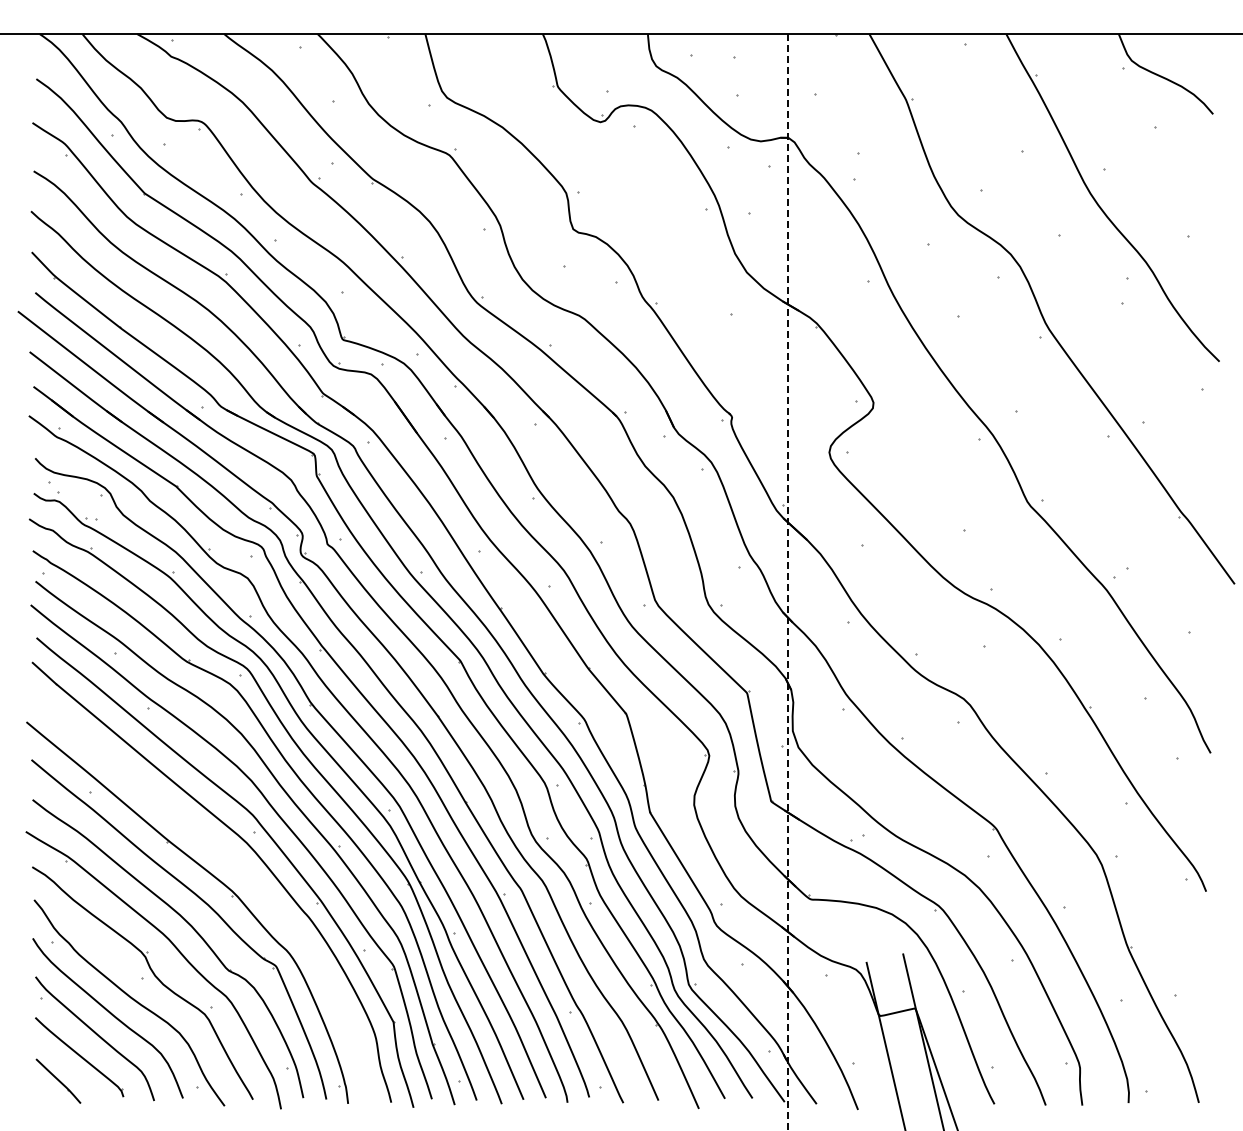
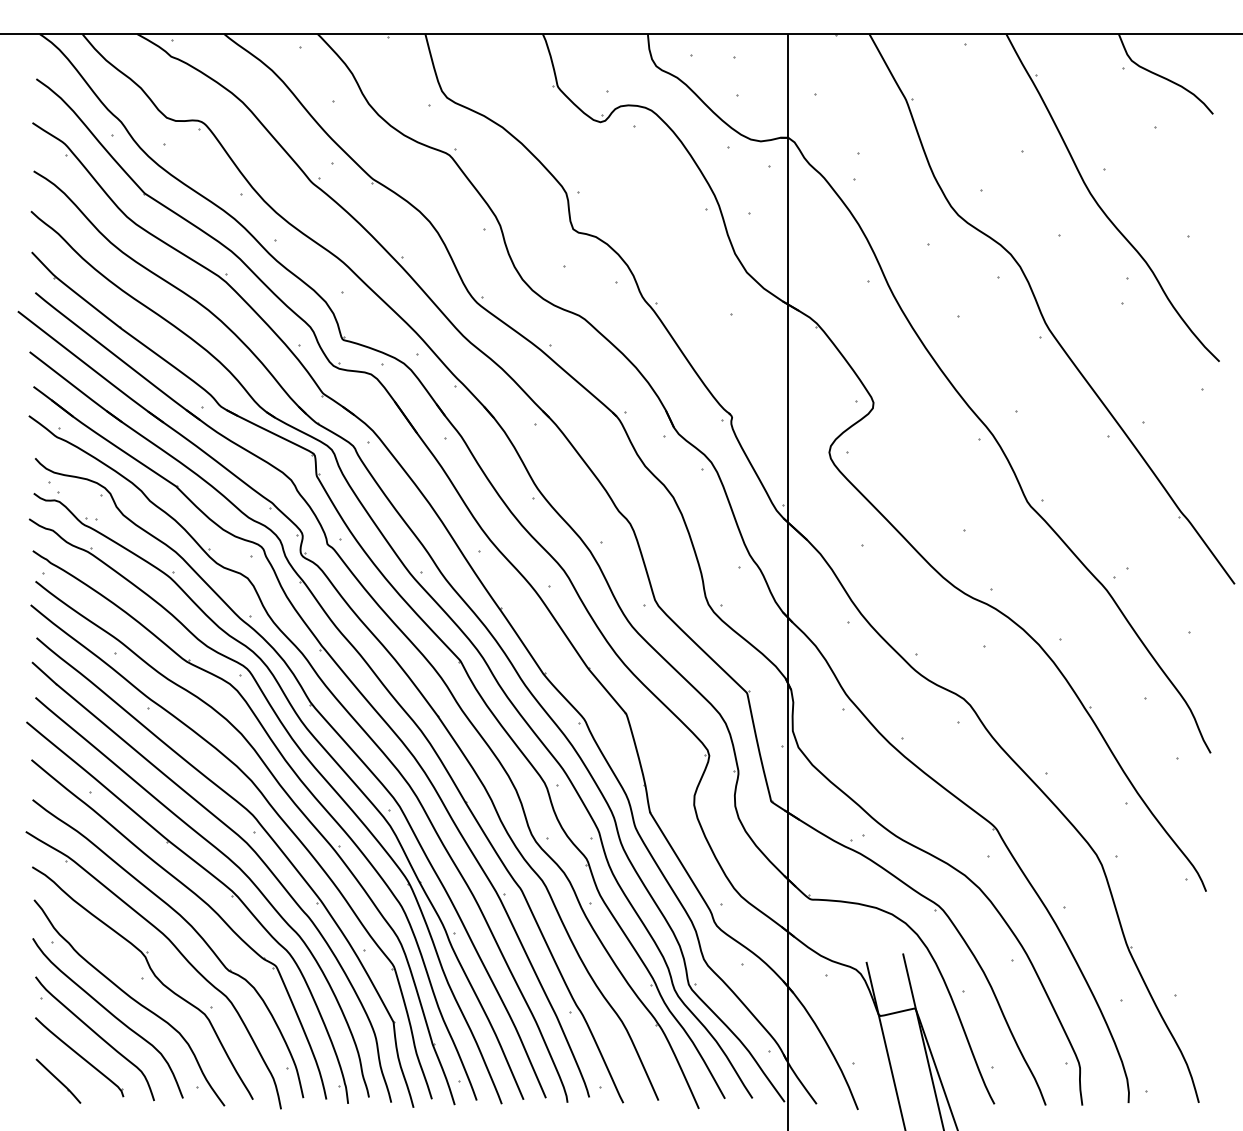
line at (787, 583): dashed -> solid
curve at (233, 864): none -> present
